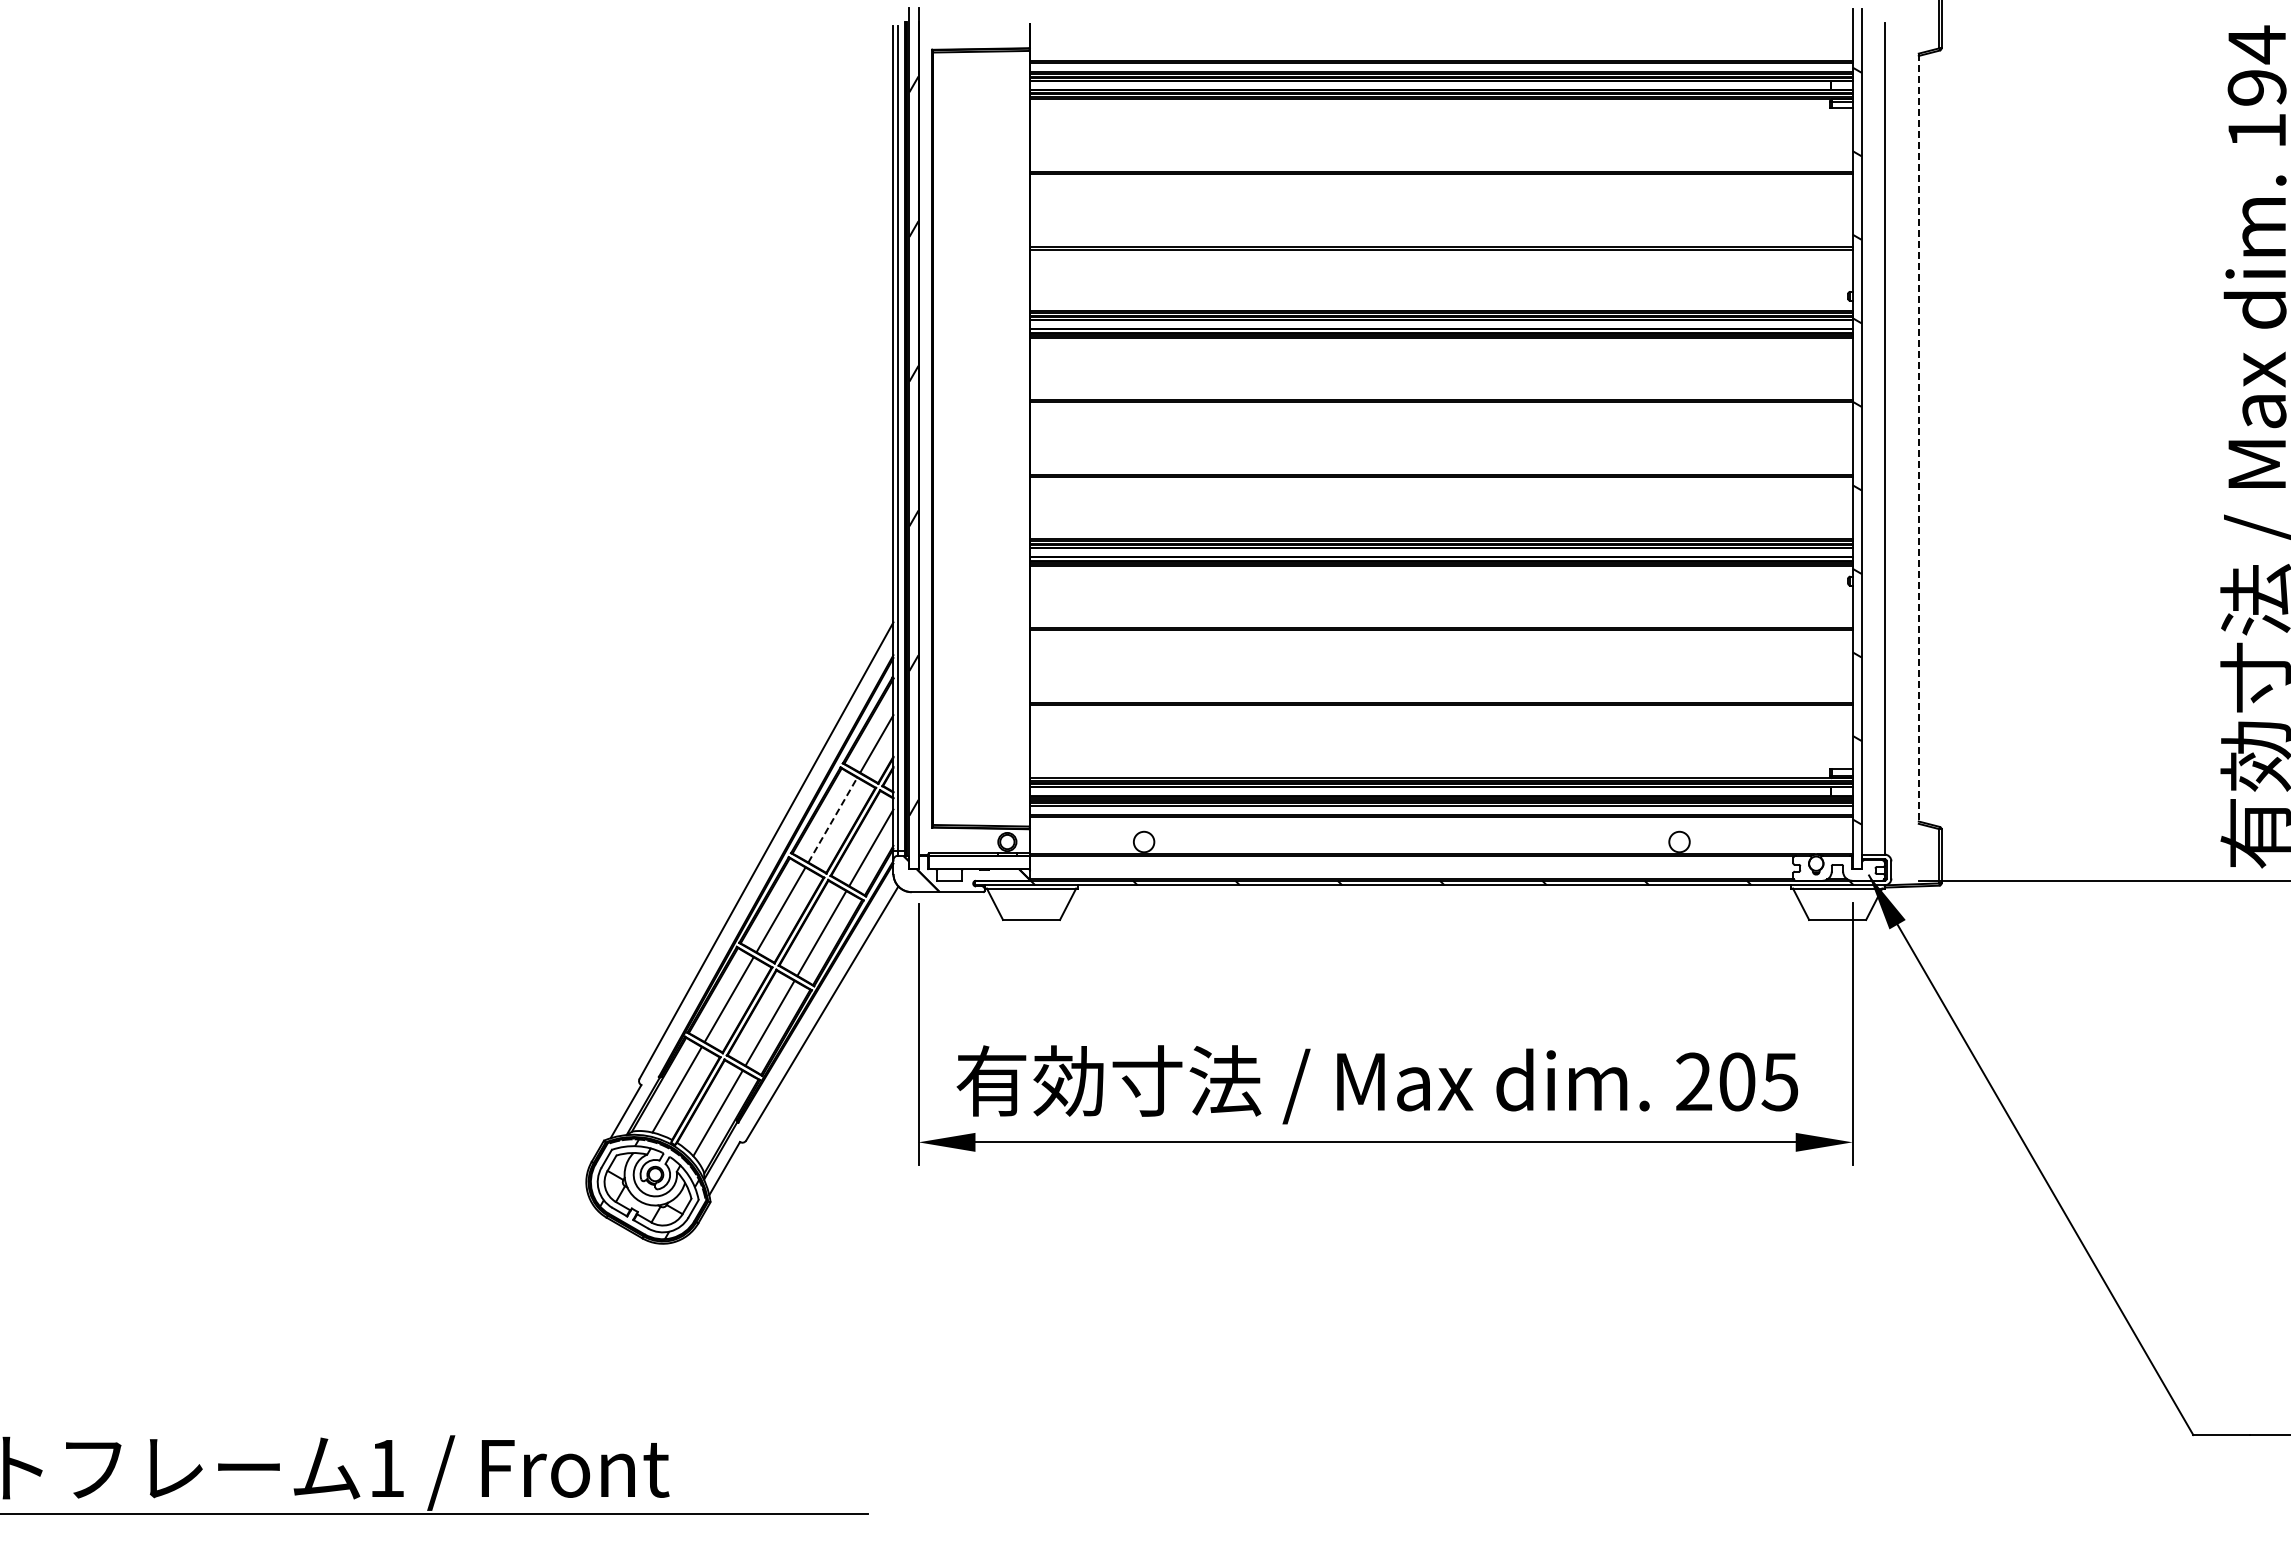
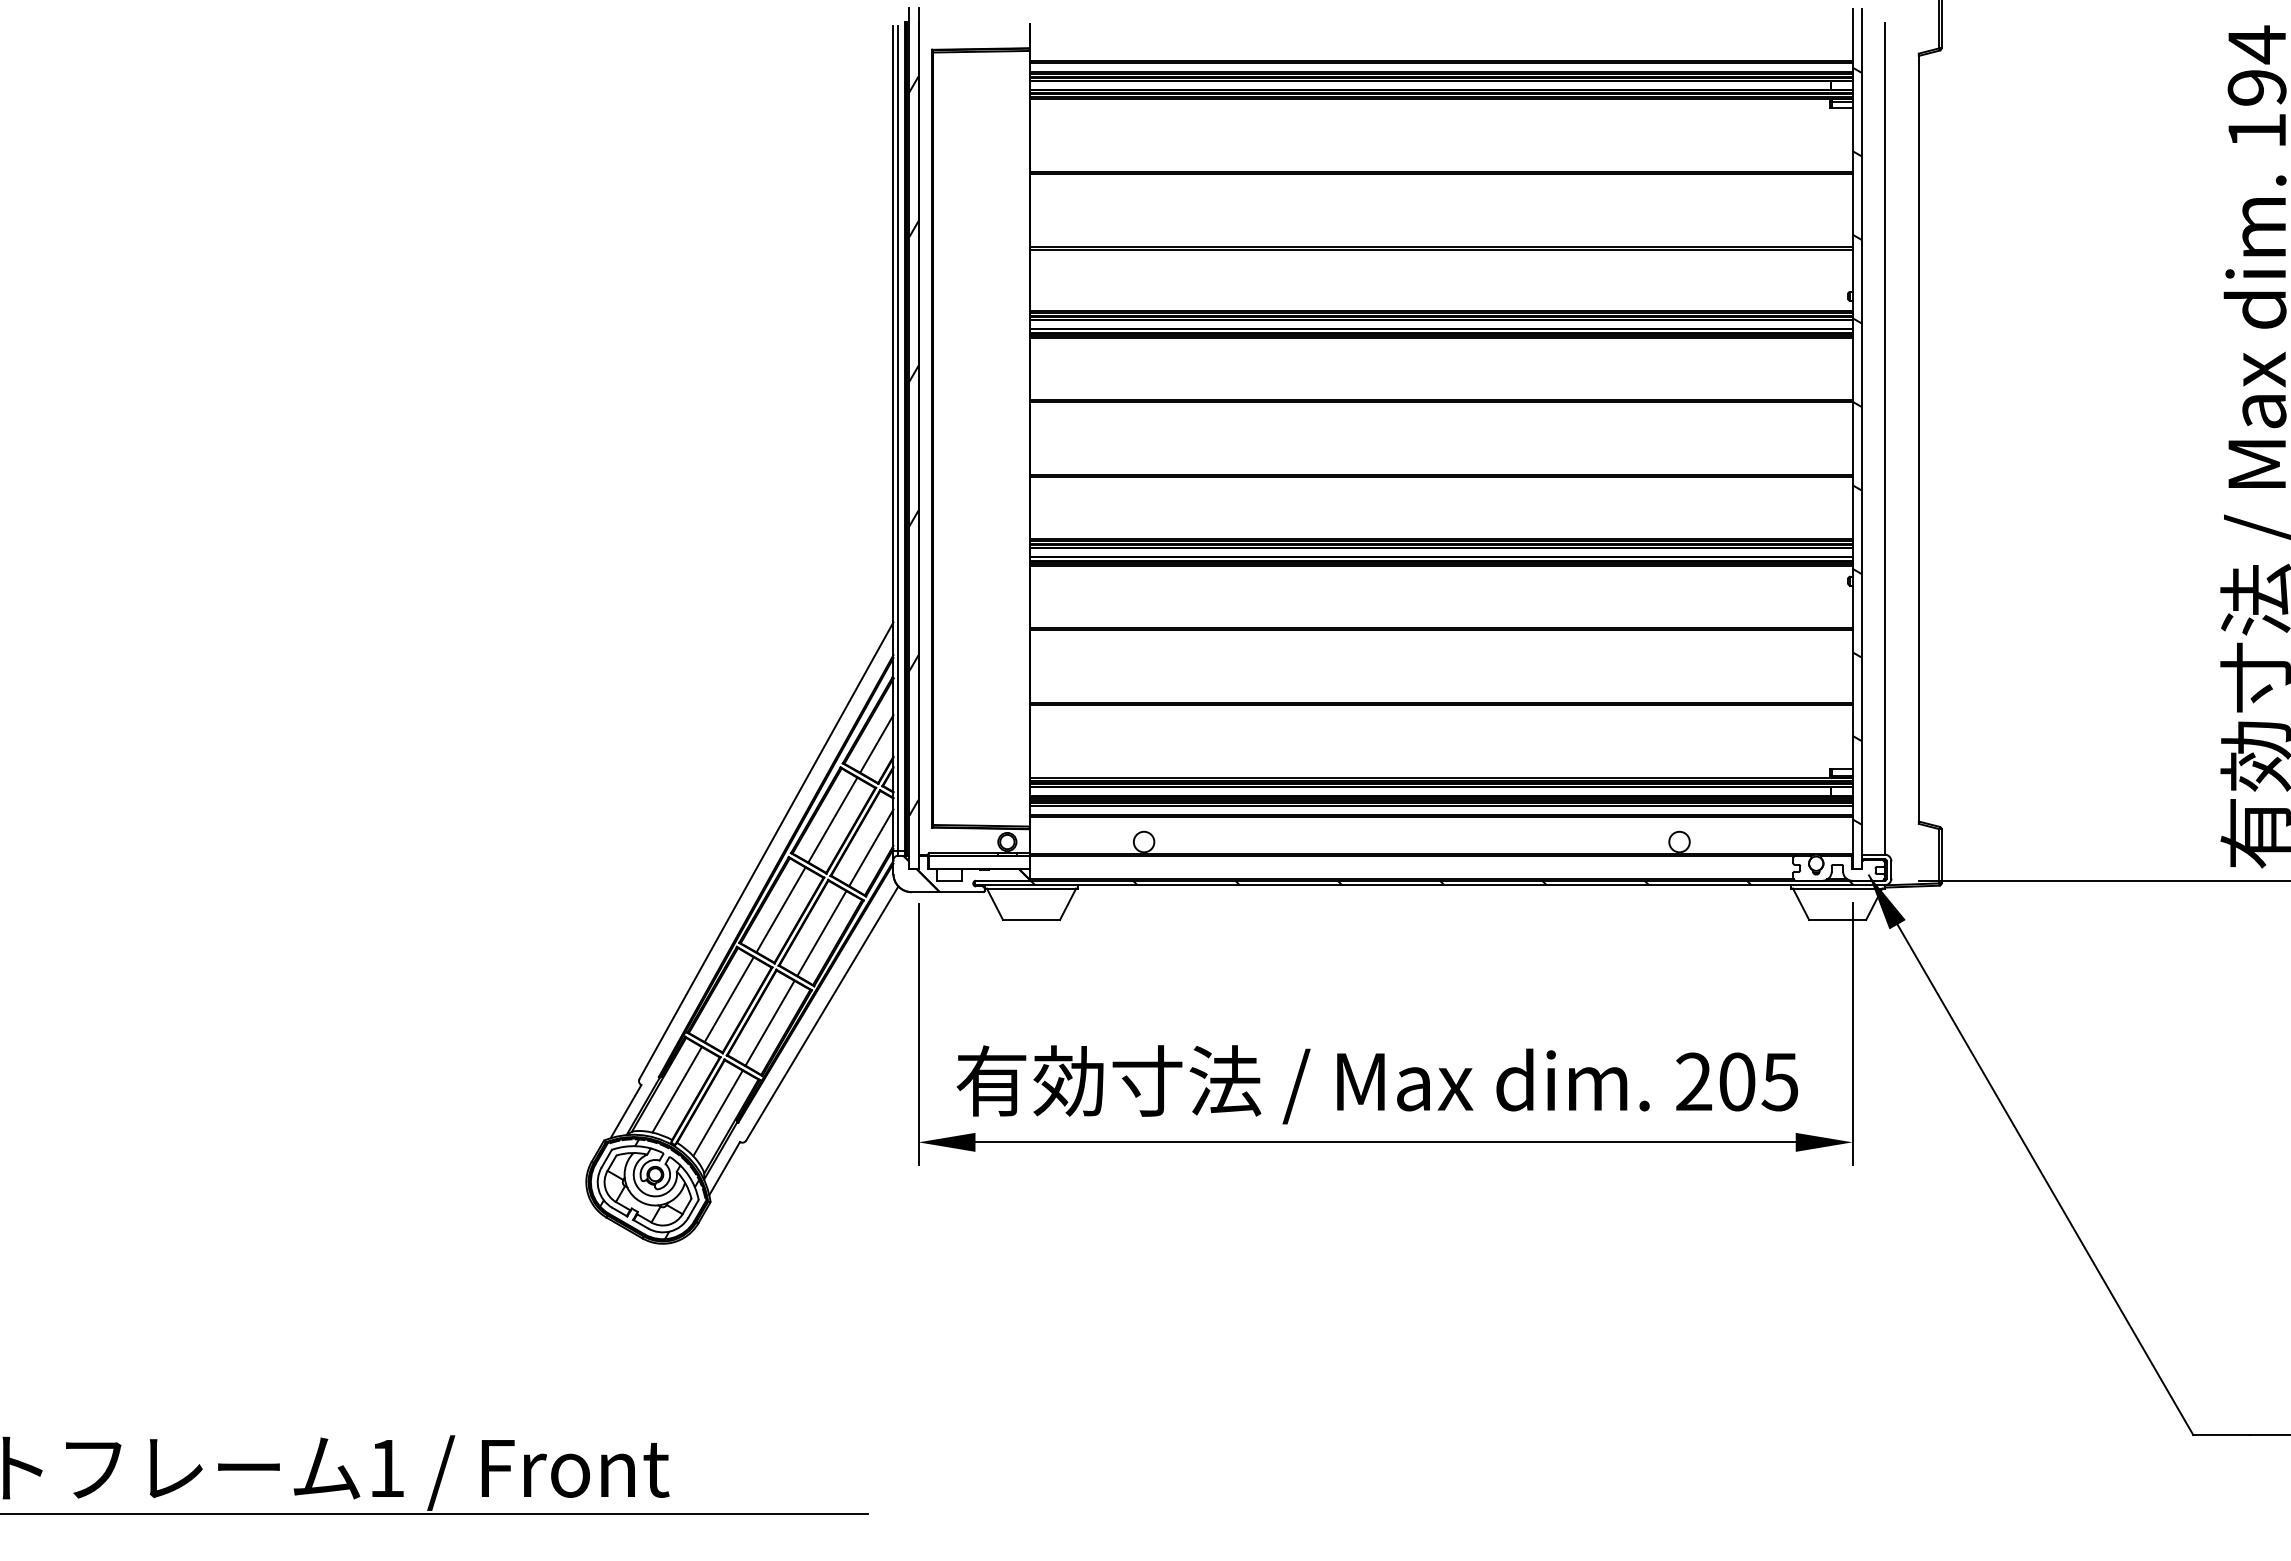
line at (1918, 439): dashed -> solid
line at (832, 820): dashed -> solid
